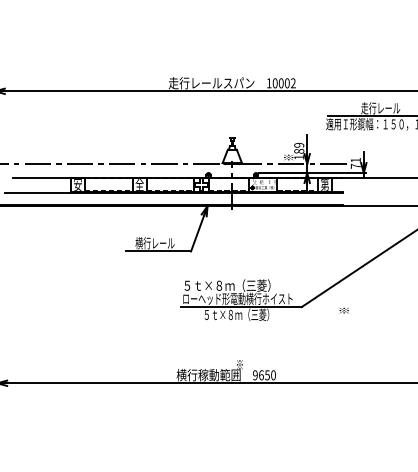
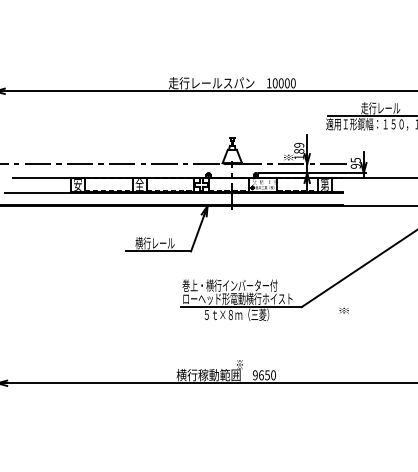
text at (293, 83): 10002 -> 10000
text at (355, 162): 71 -> 95
text at (229, 285): ５ｔ×８ｍ（三菱） -> 巻上・横行インバーター付
